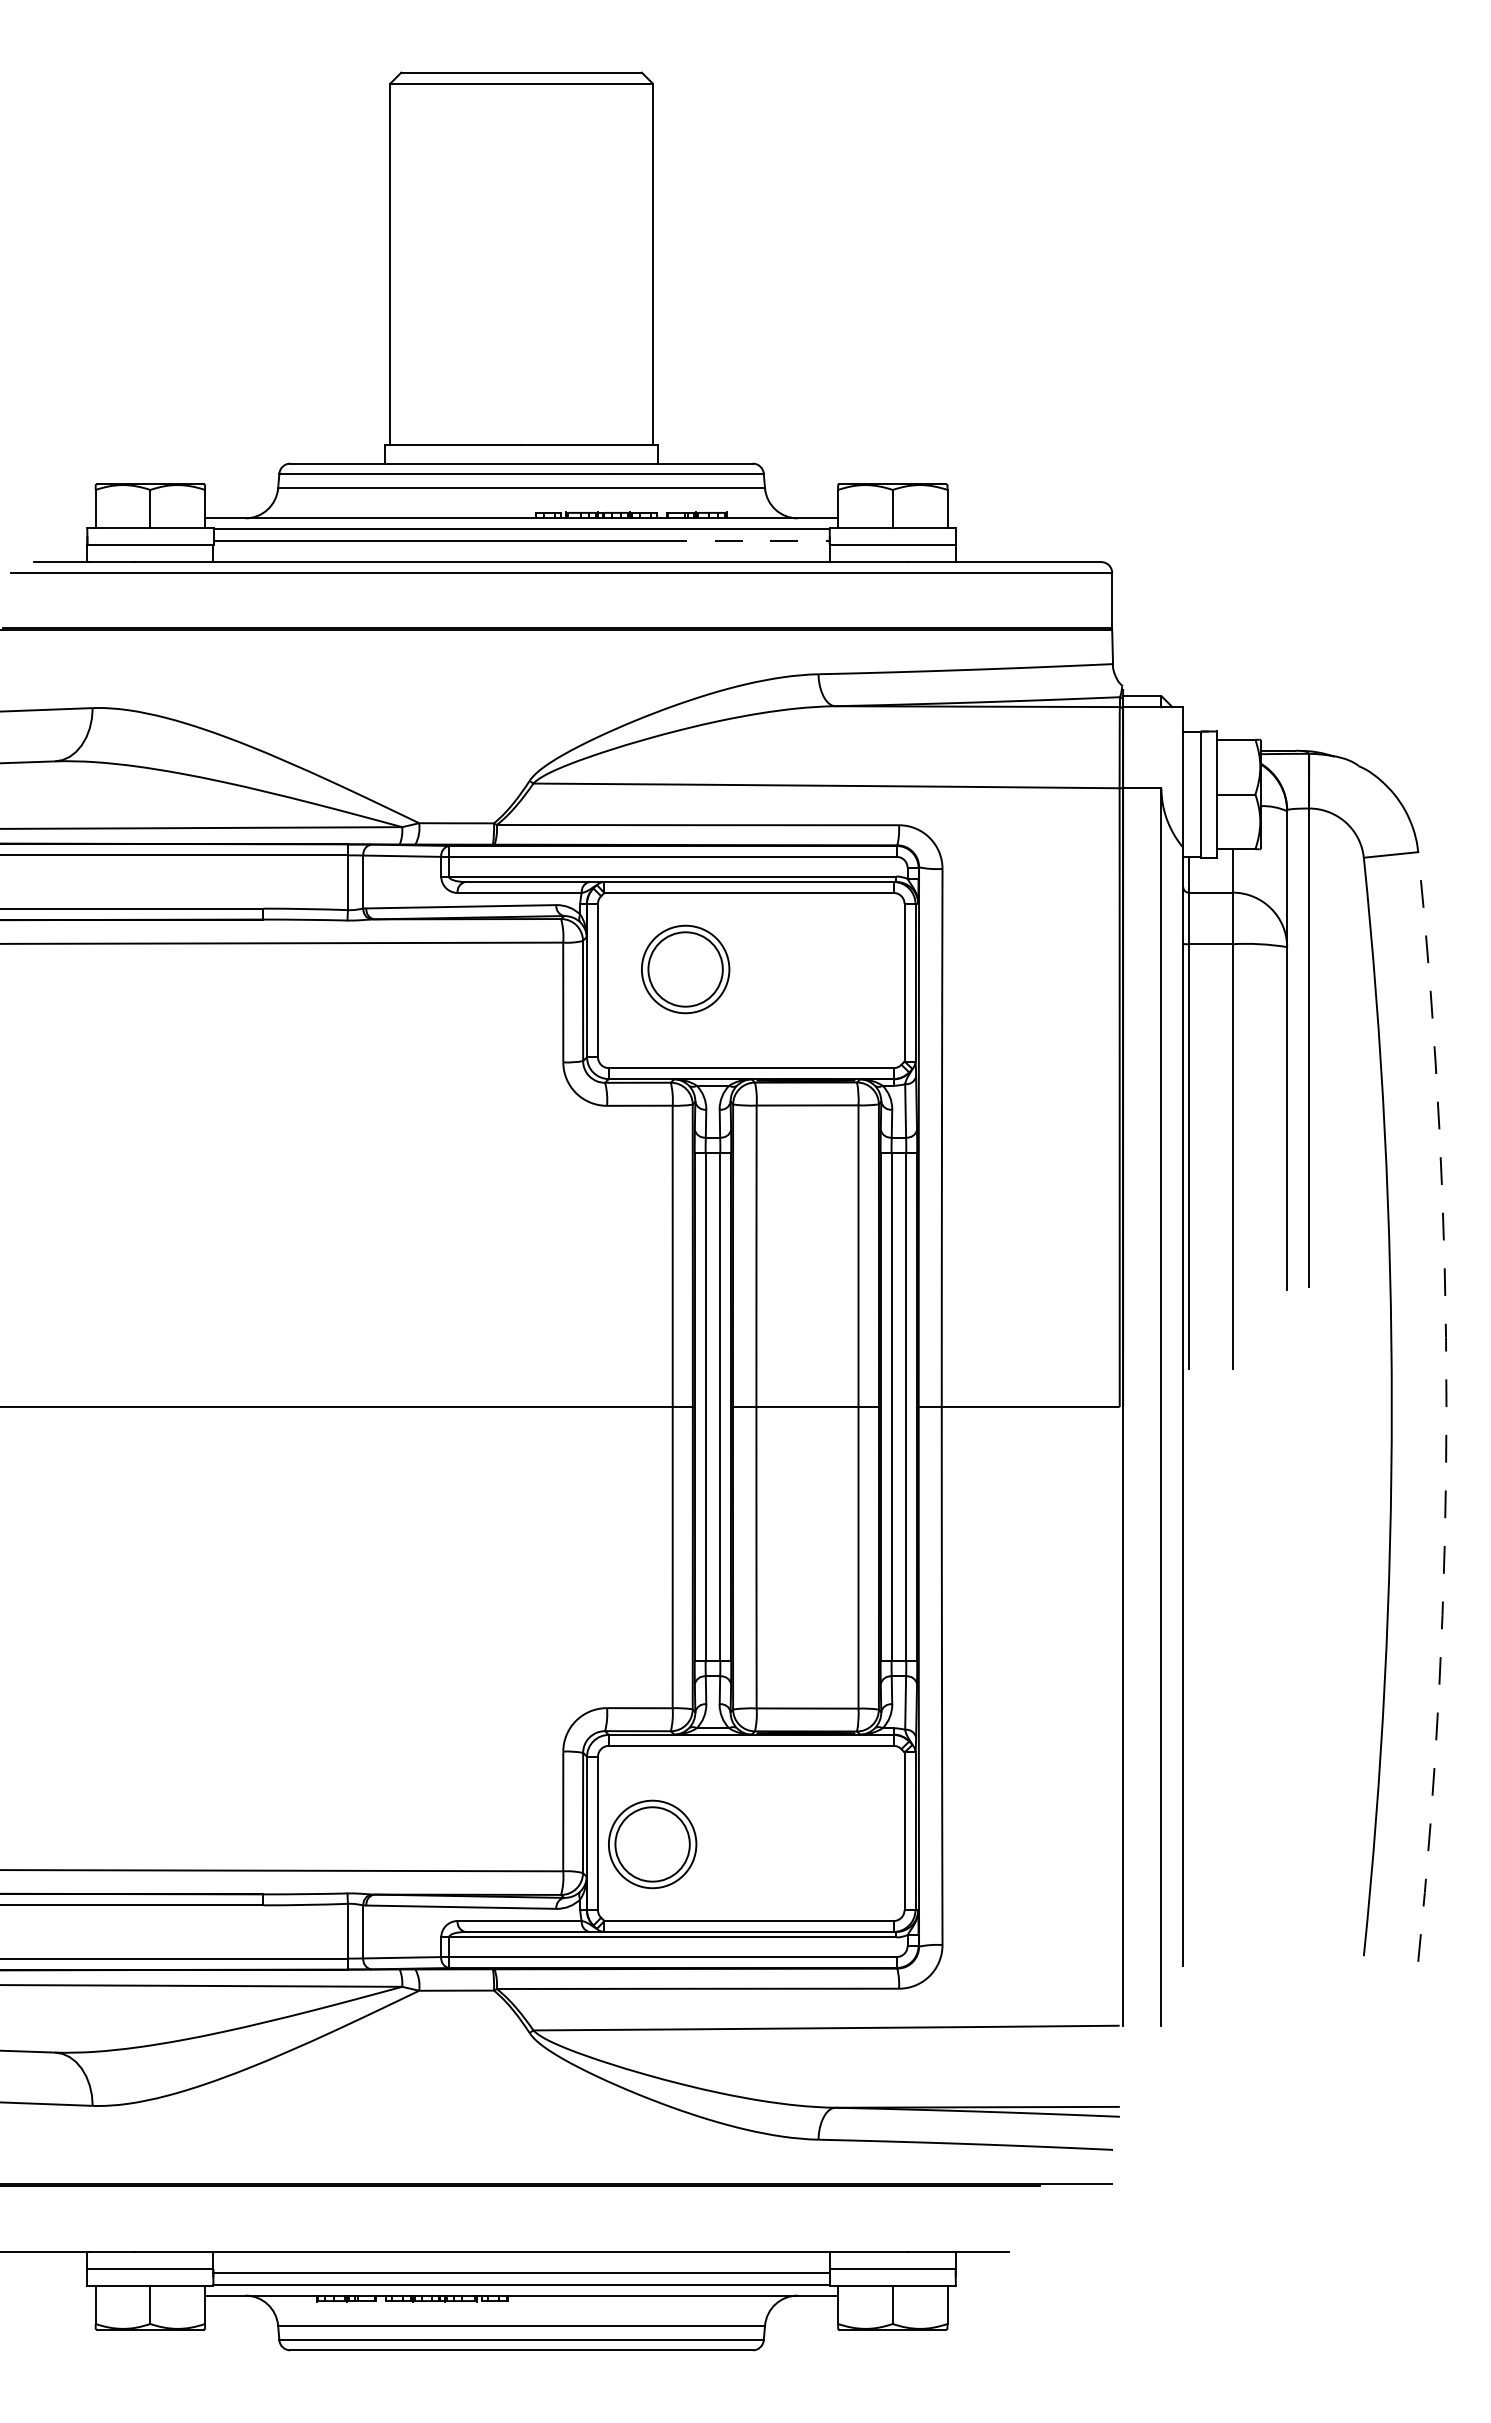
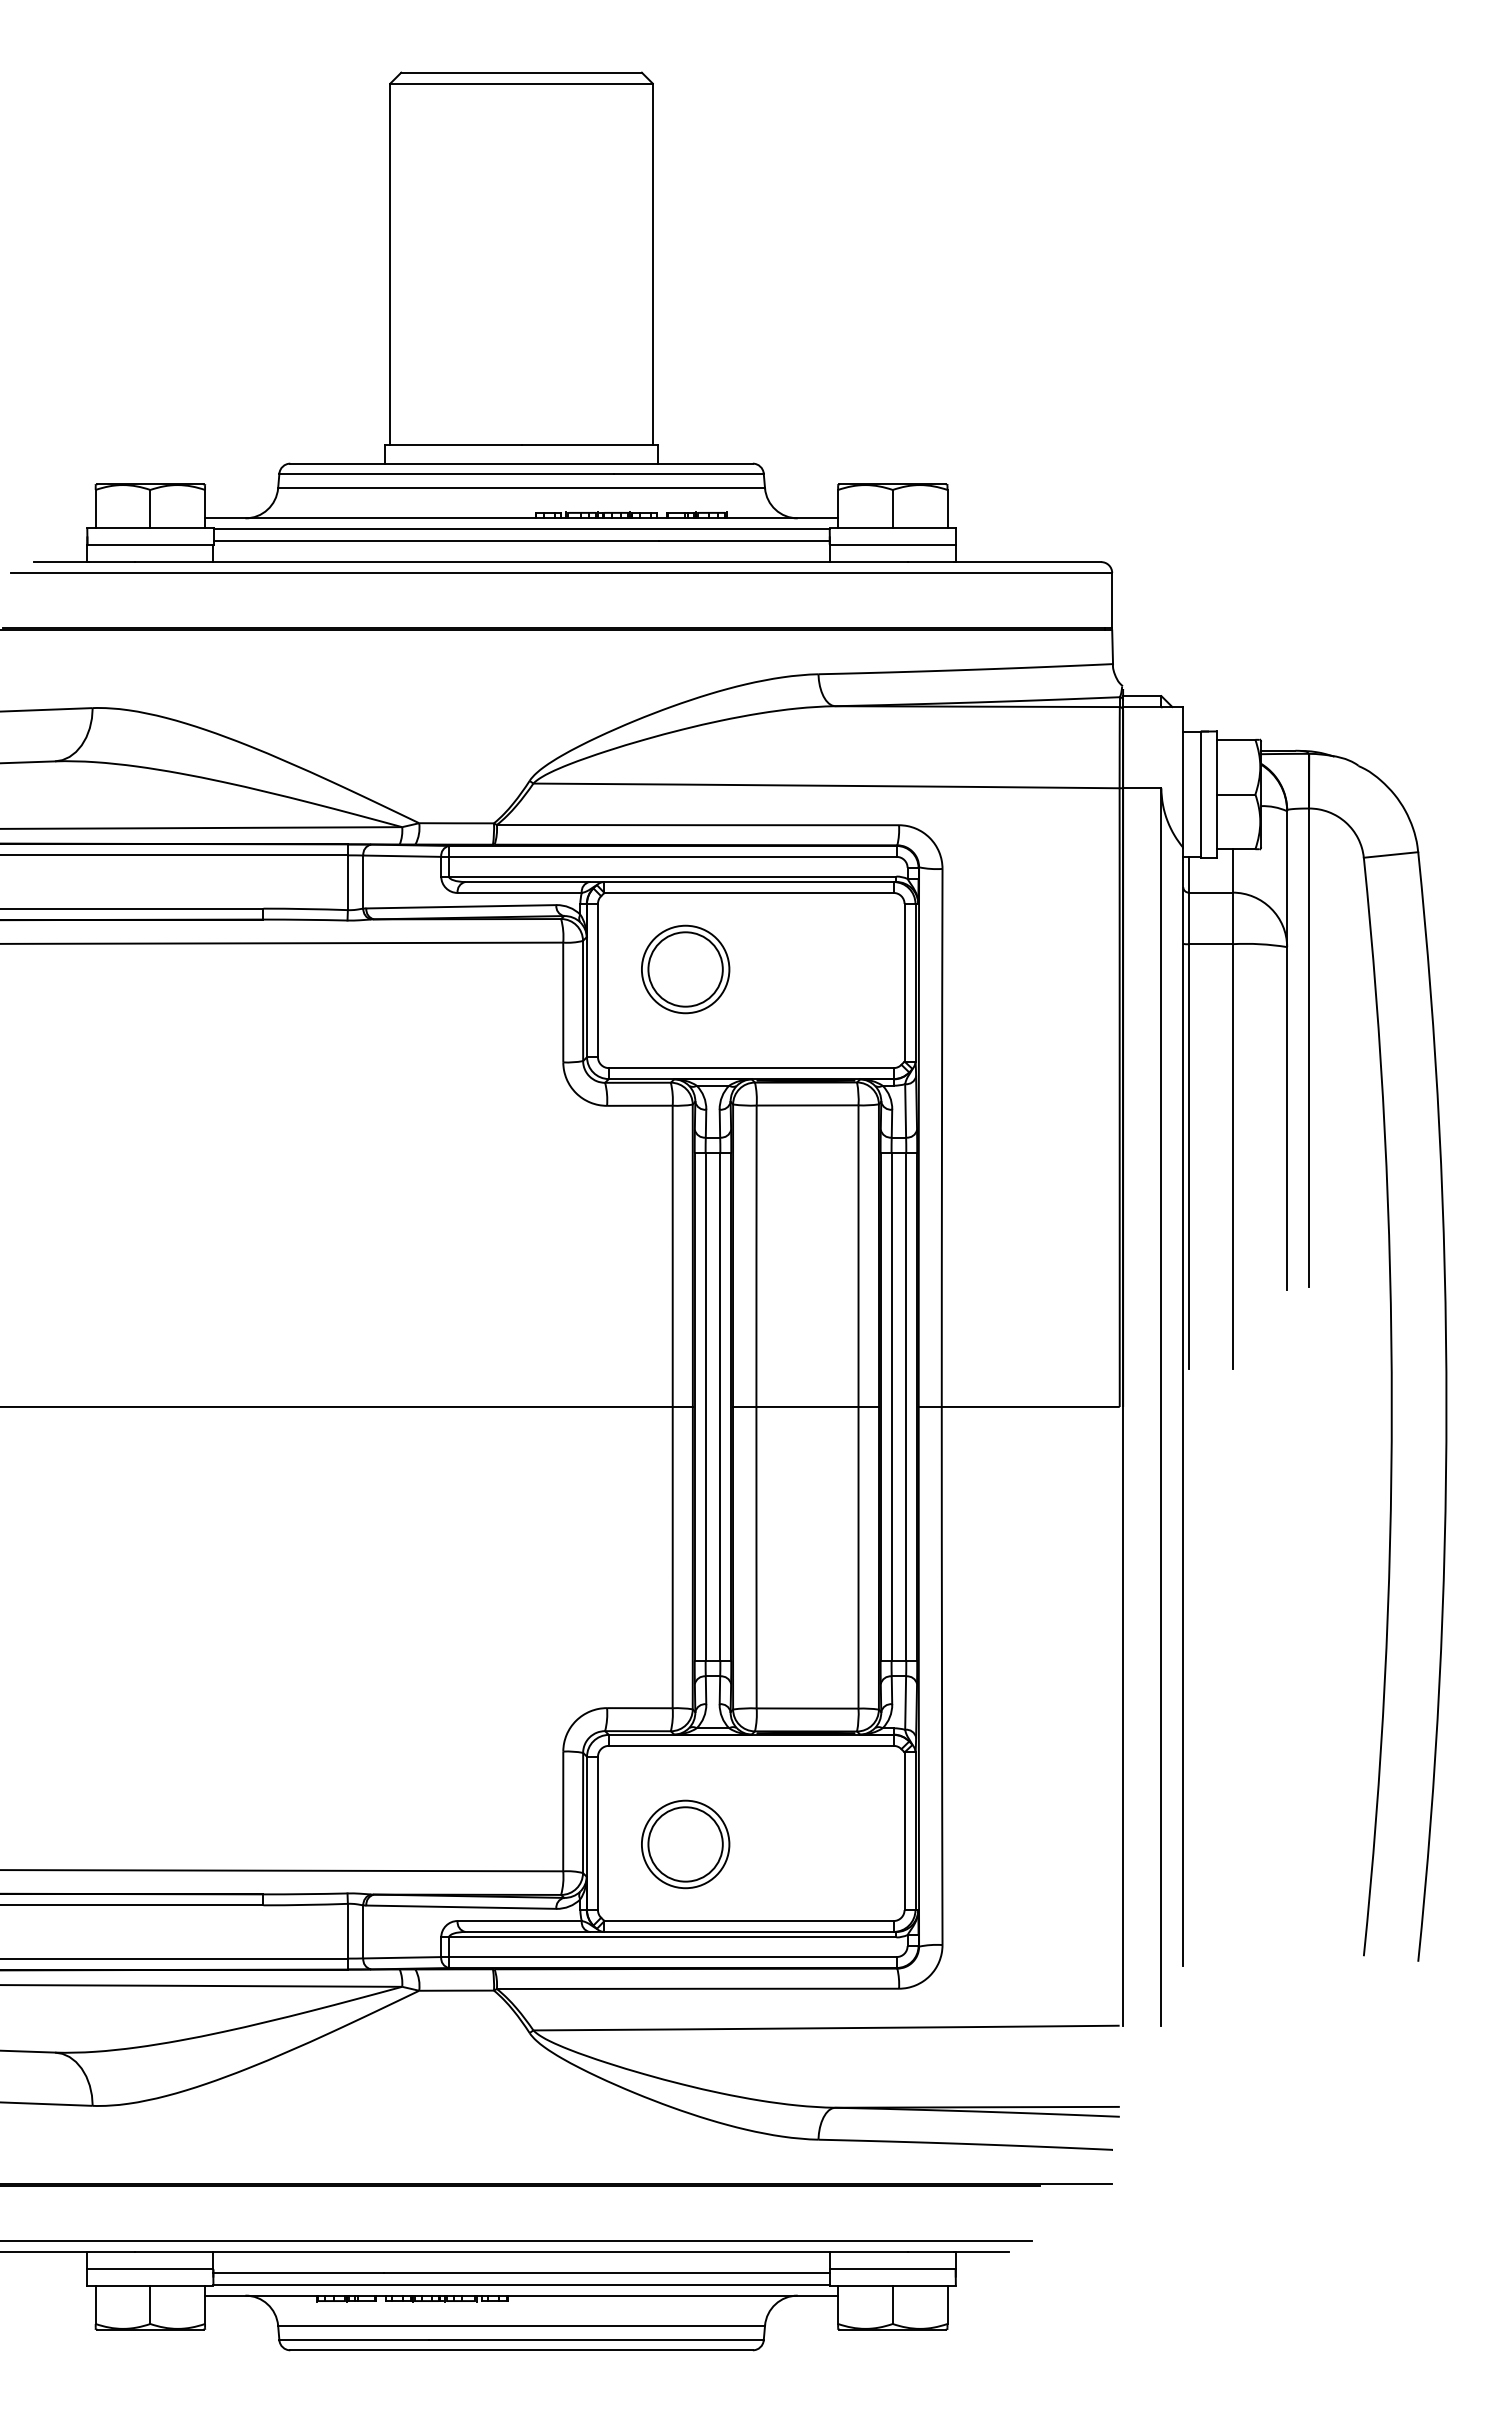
line at (745, 541): dashed -> solid
arc at (1446, 1406): dashed -> solid
part at (652, 1844) position: (652, 1844) -> (685, 1844)
line at (516, 2240): none -> present
